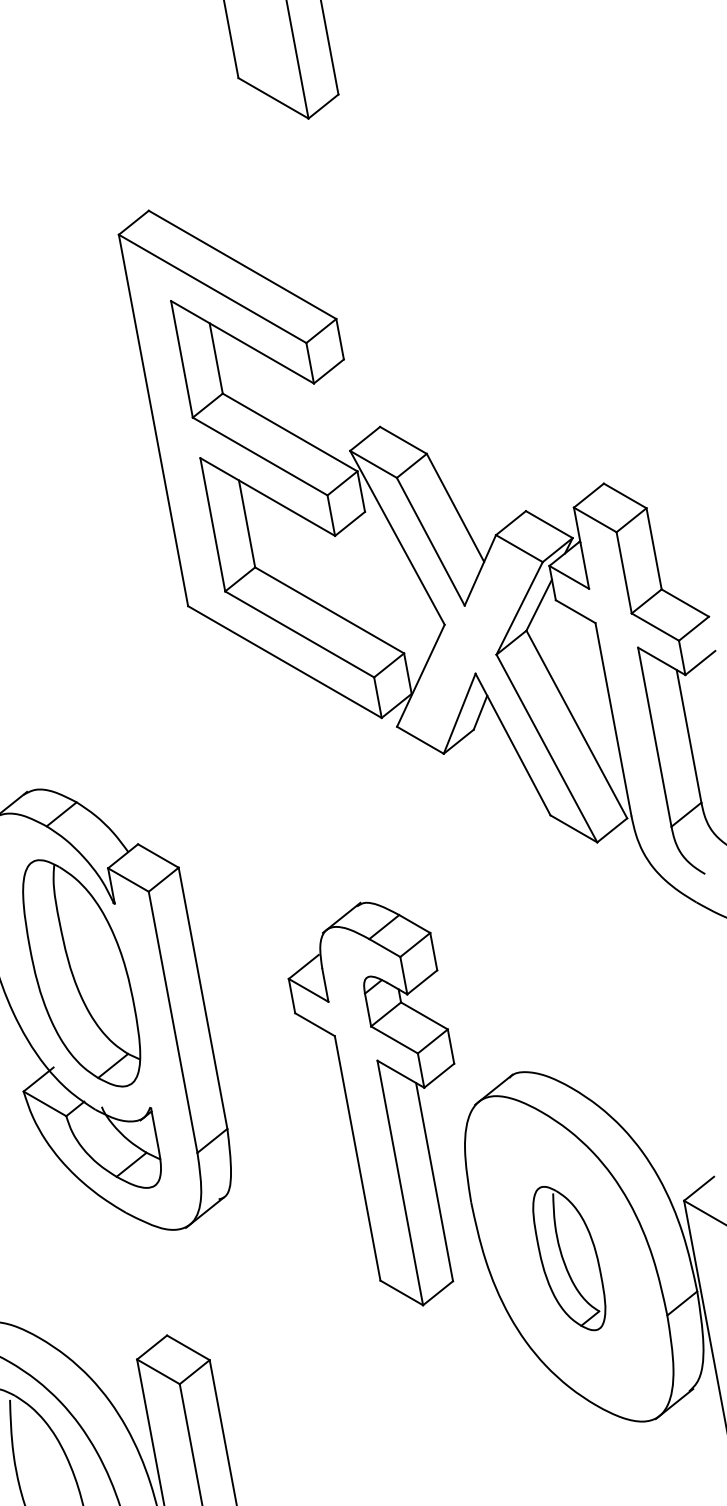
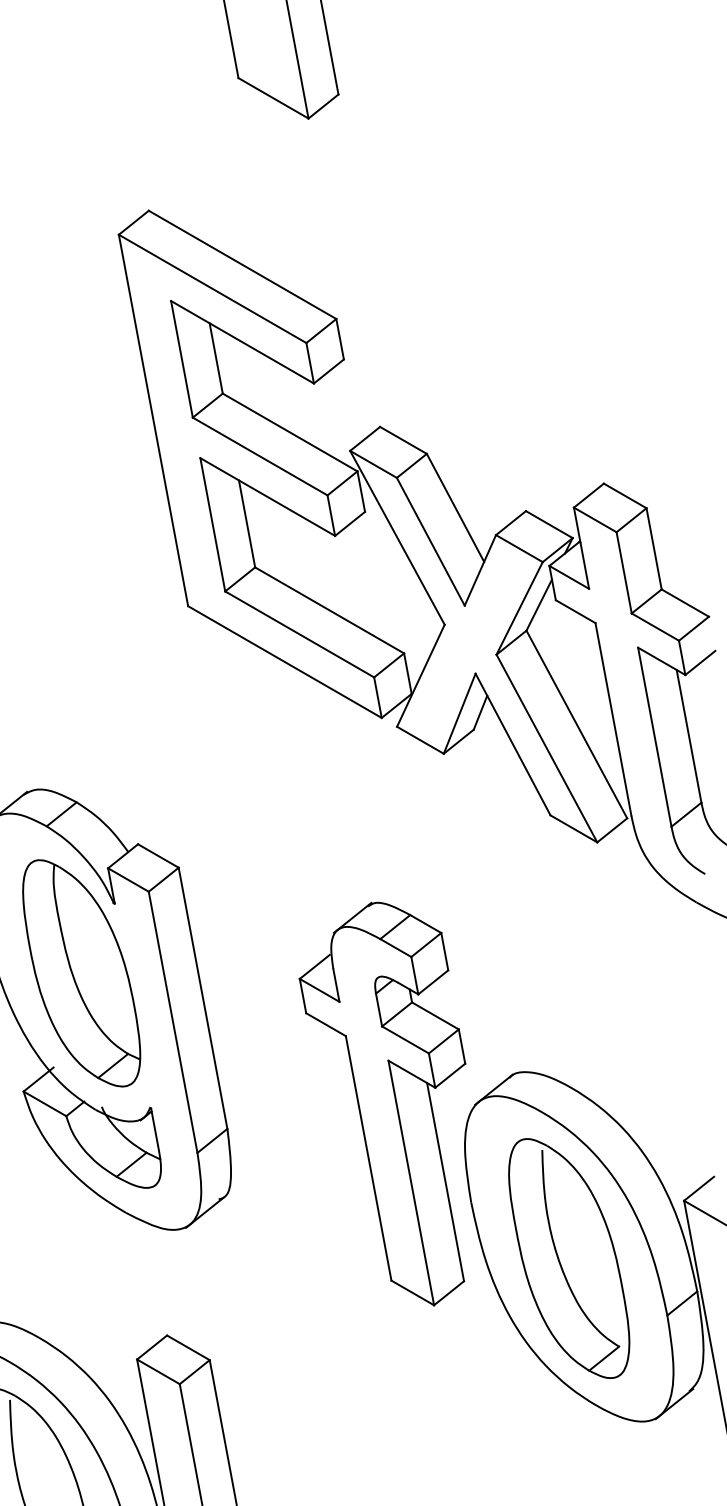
part at (371, 1103) position: (371, 1103) -> (382, 1103)
part at (569, 1258) size: 75x146 px -> 123x241 px
